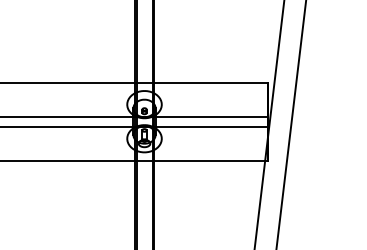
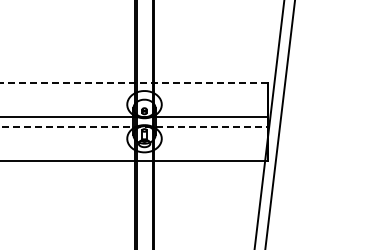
line at (134, 82): solid -> dashed
line at (290, 124) position: (290, 124) -> (279, 124)
line at (134, 126): solid -> dashed
